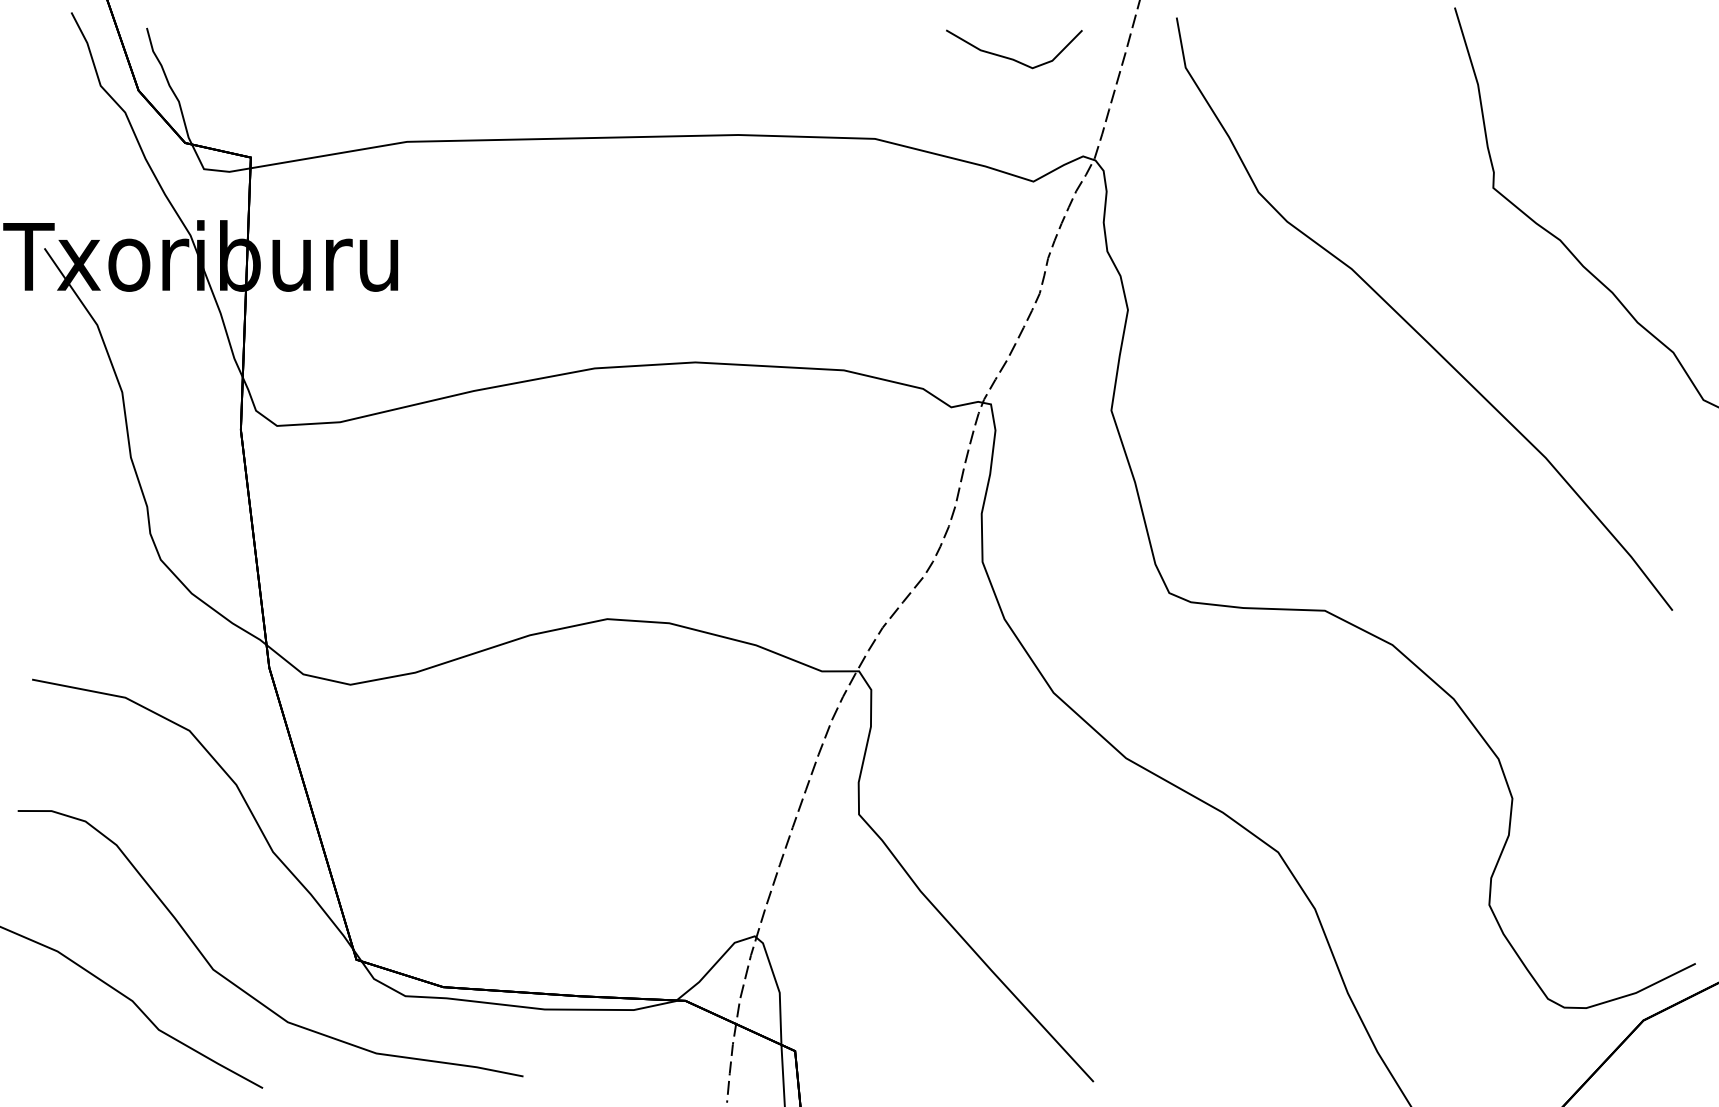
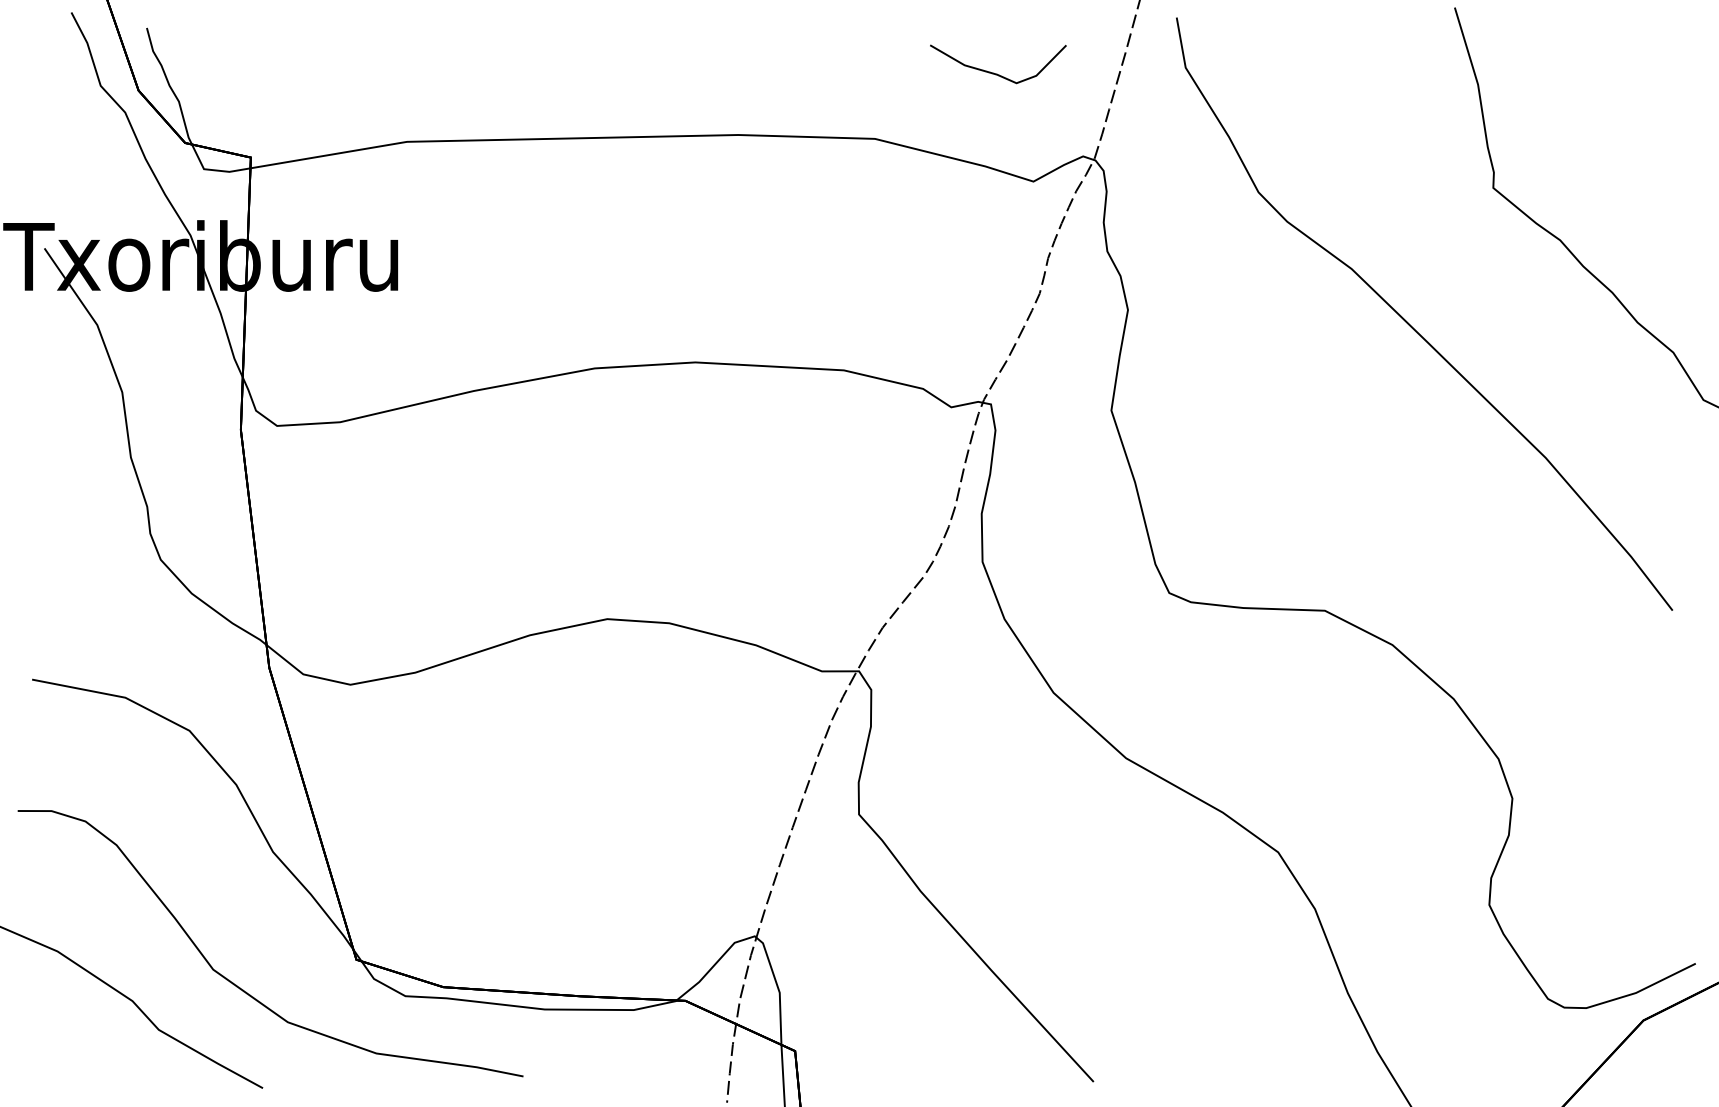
curve at (1013, 58) position: (1013, 58) -> (997, 73)
